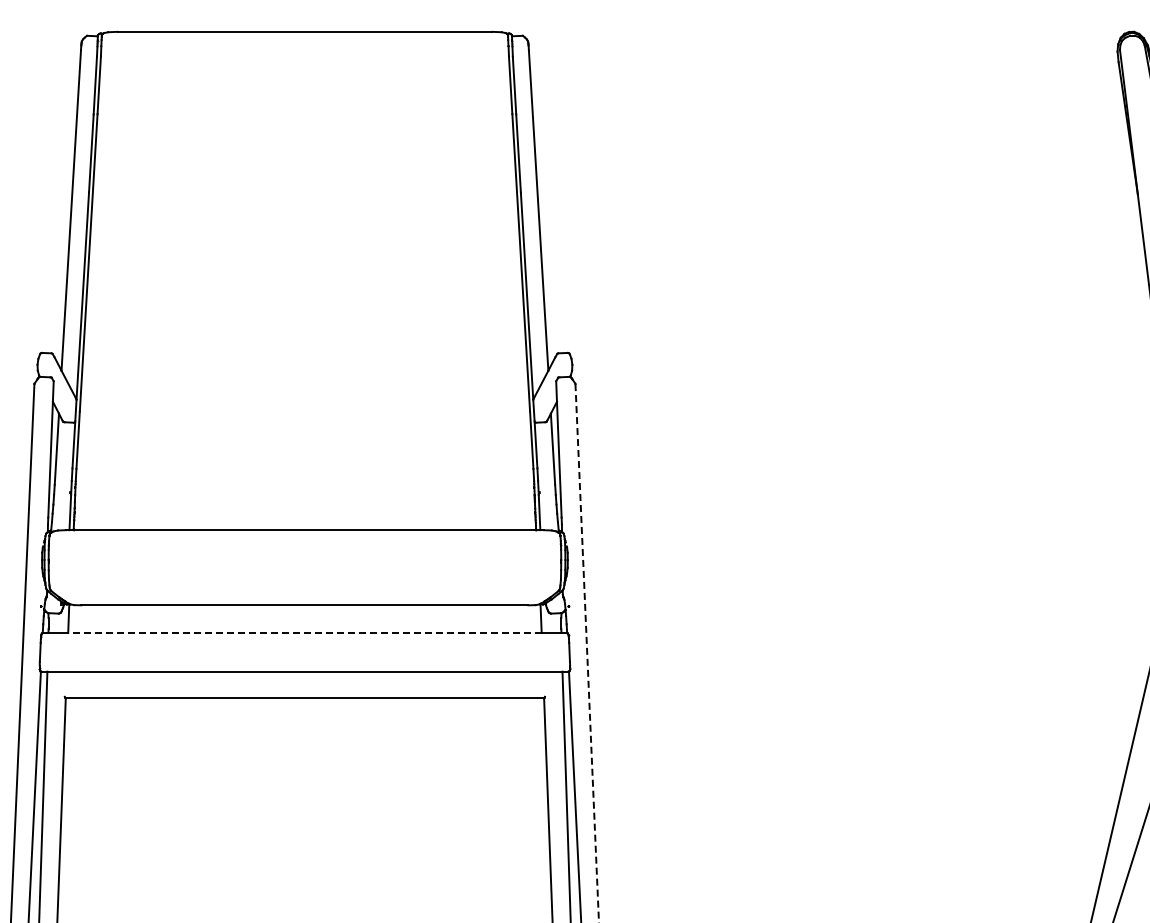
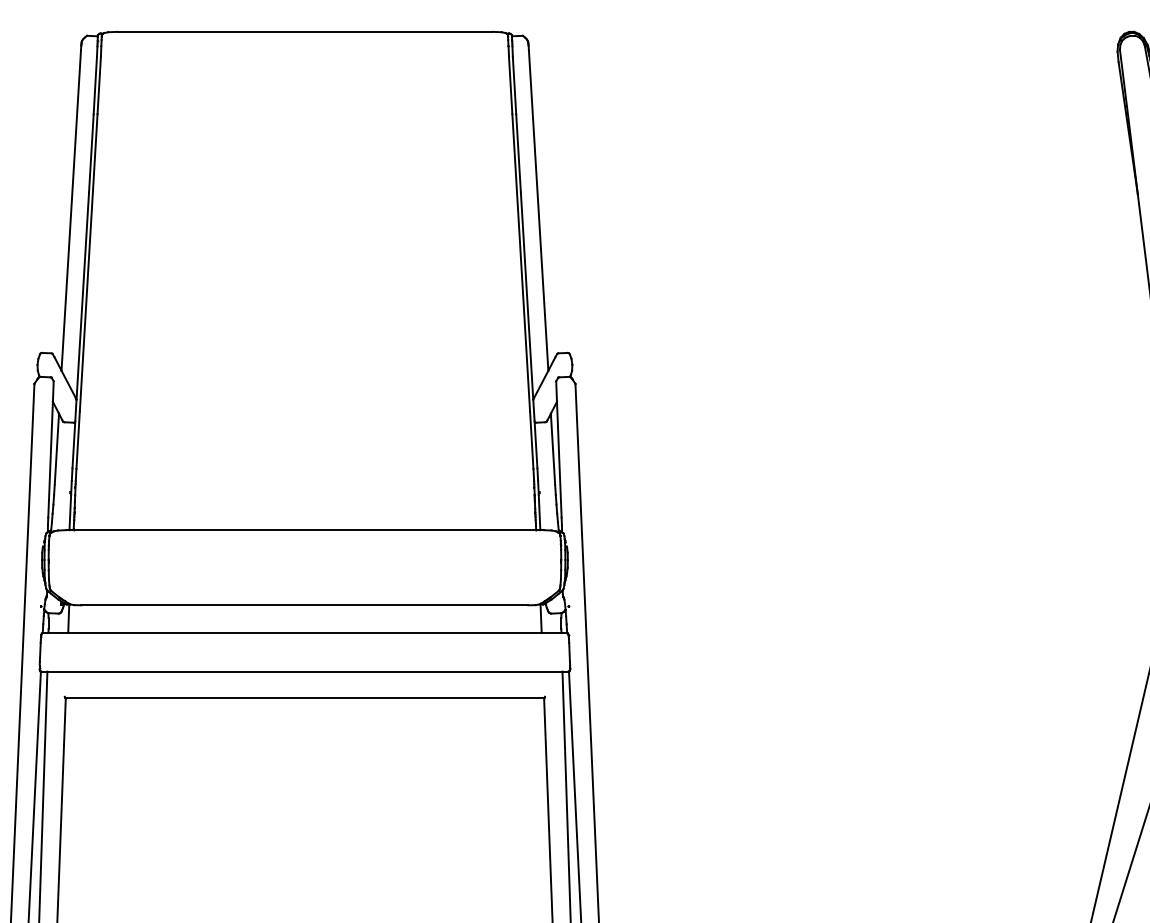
line at (304, 633): dashed -> solid
line at (587, 653): dashed -> solid
